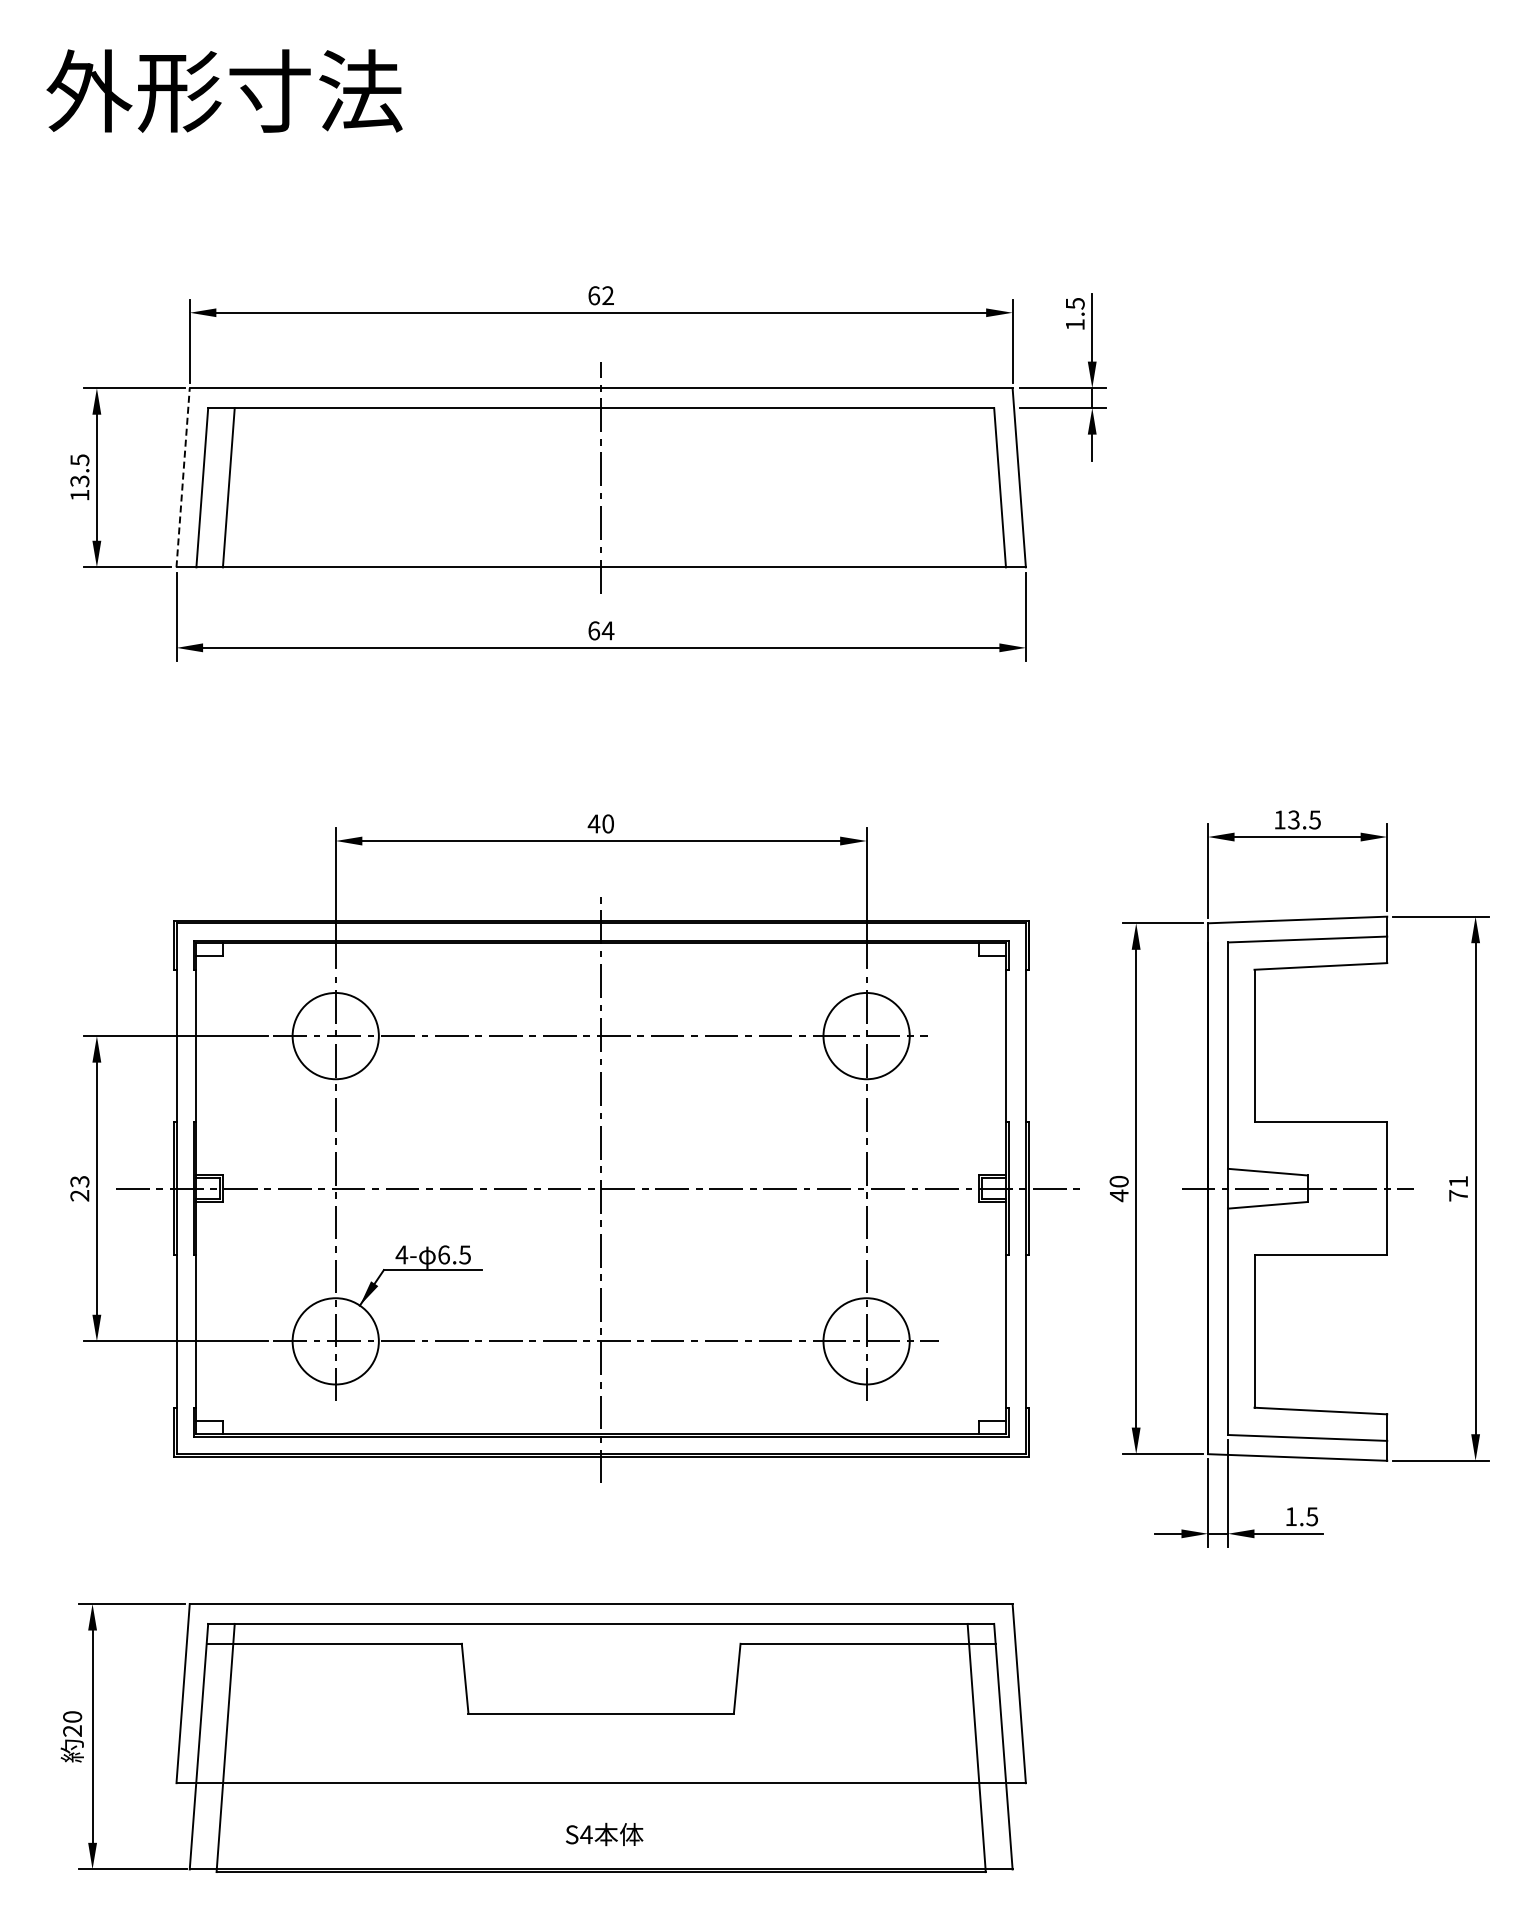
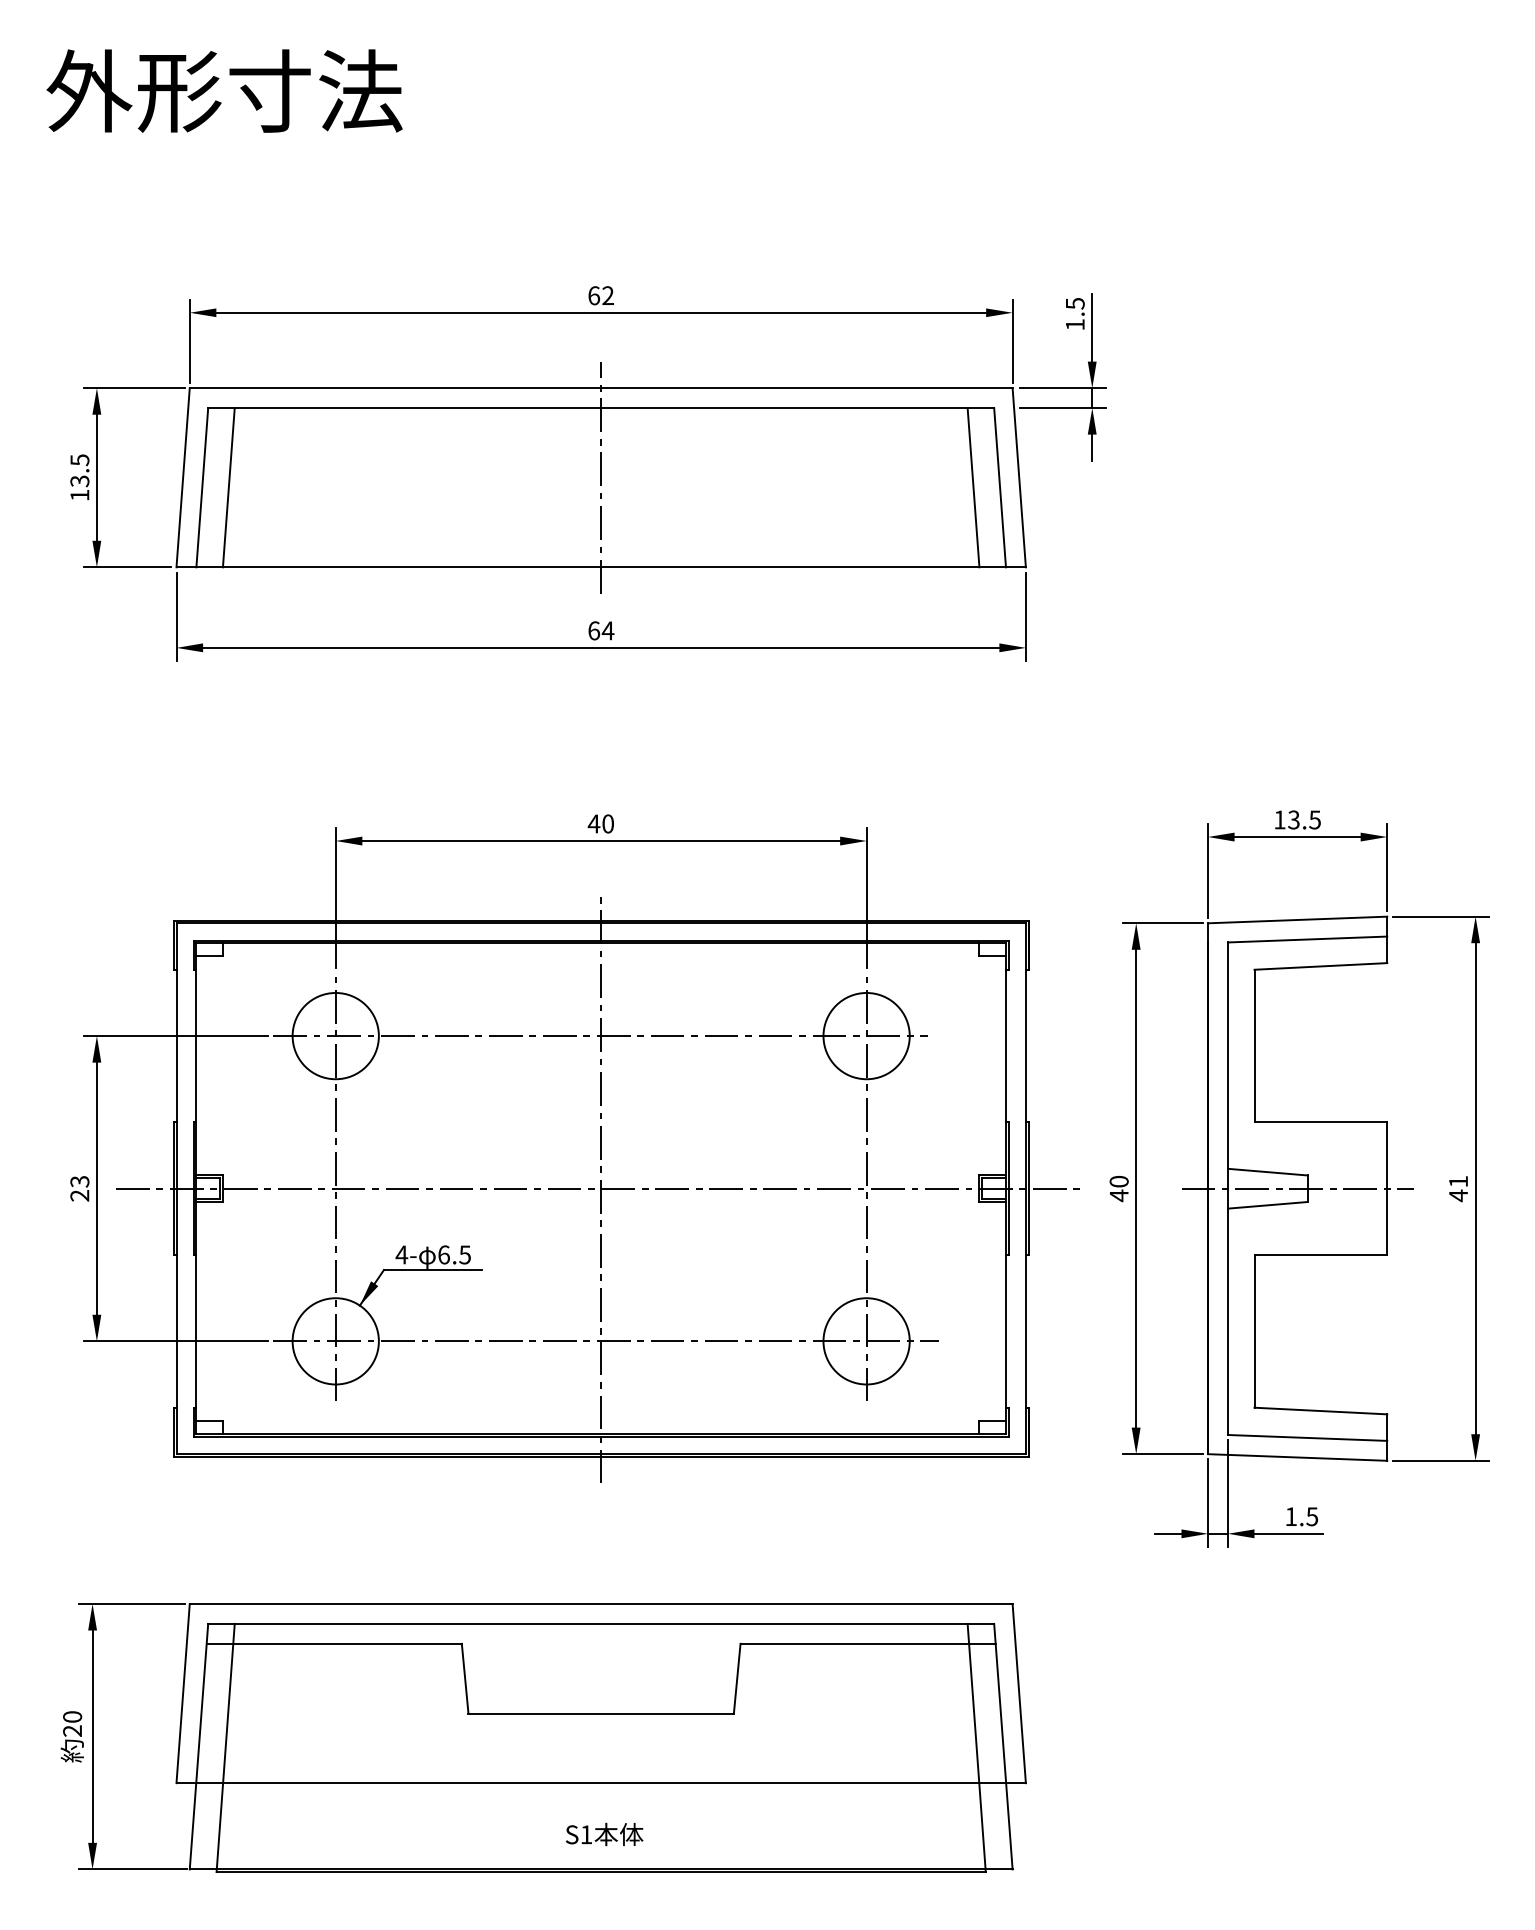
line at (183, 477): dashed -> solid
line at (973, 487): none -> present
text at (1458, 1195): 71 -> 41
text at (586, 1834): S4 -> S1
